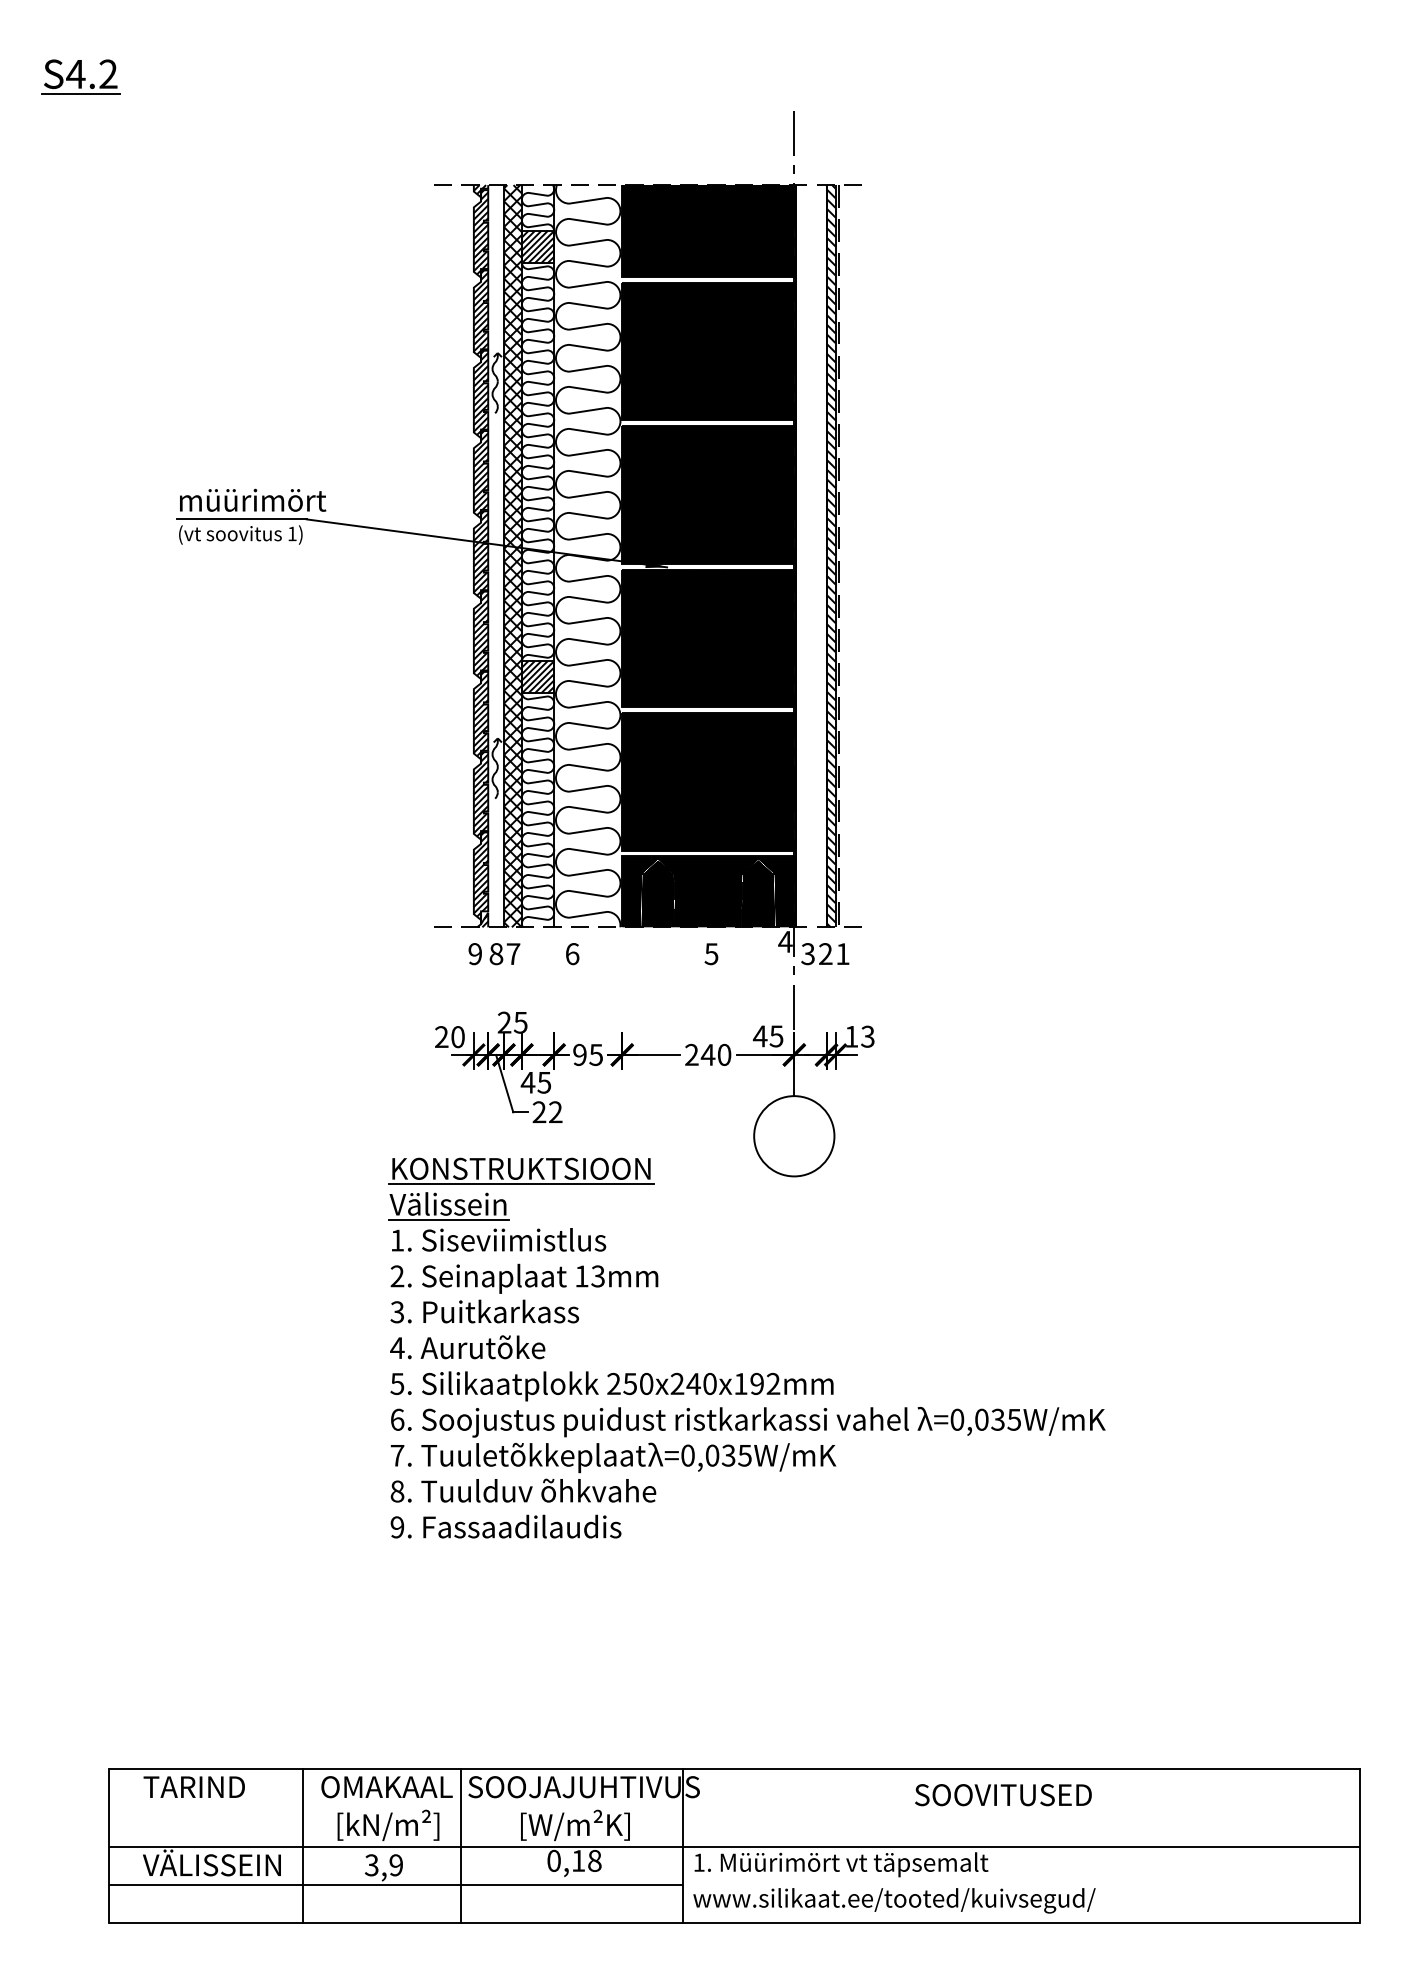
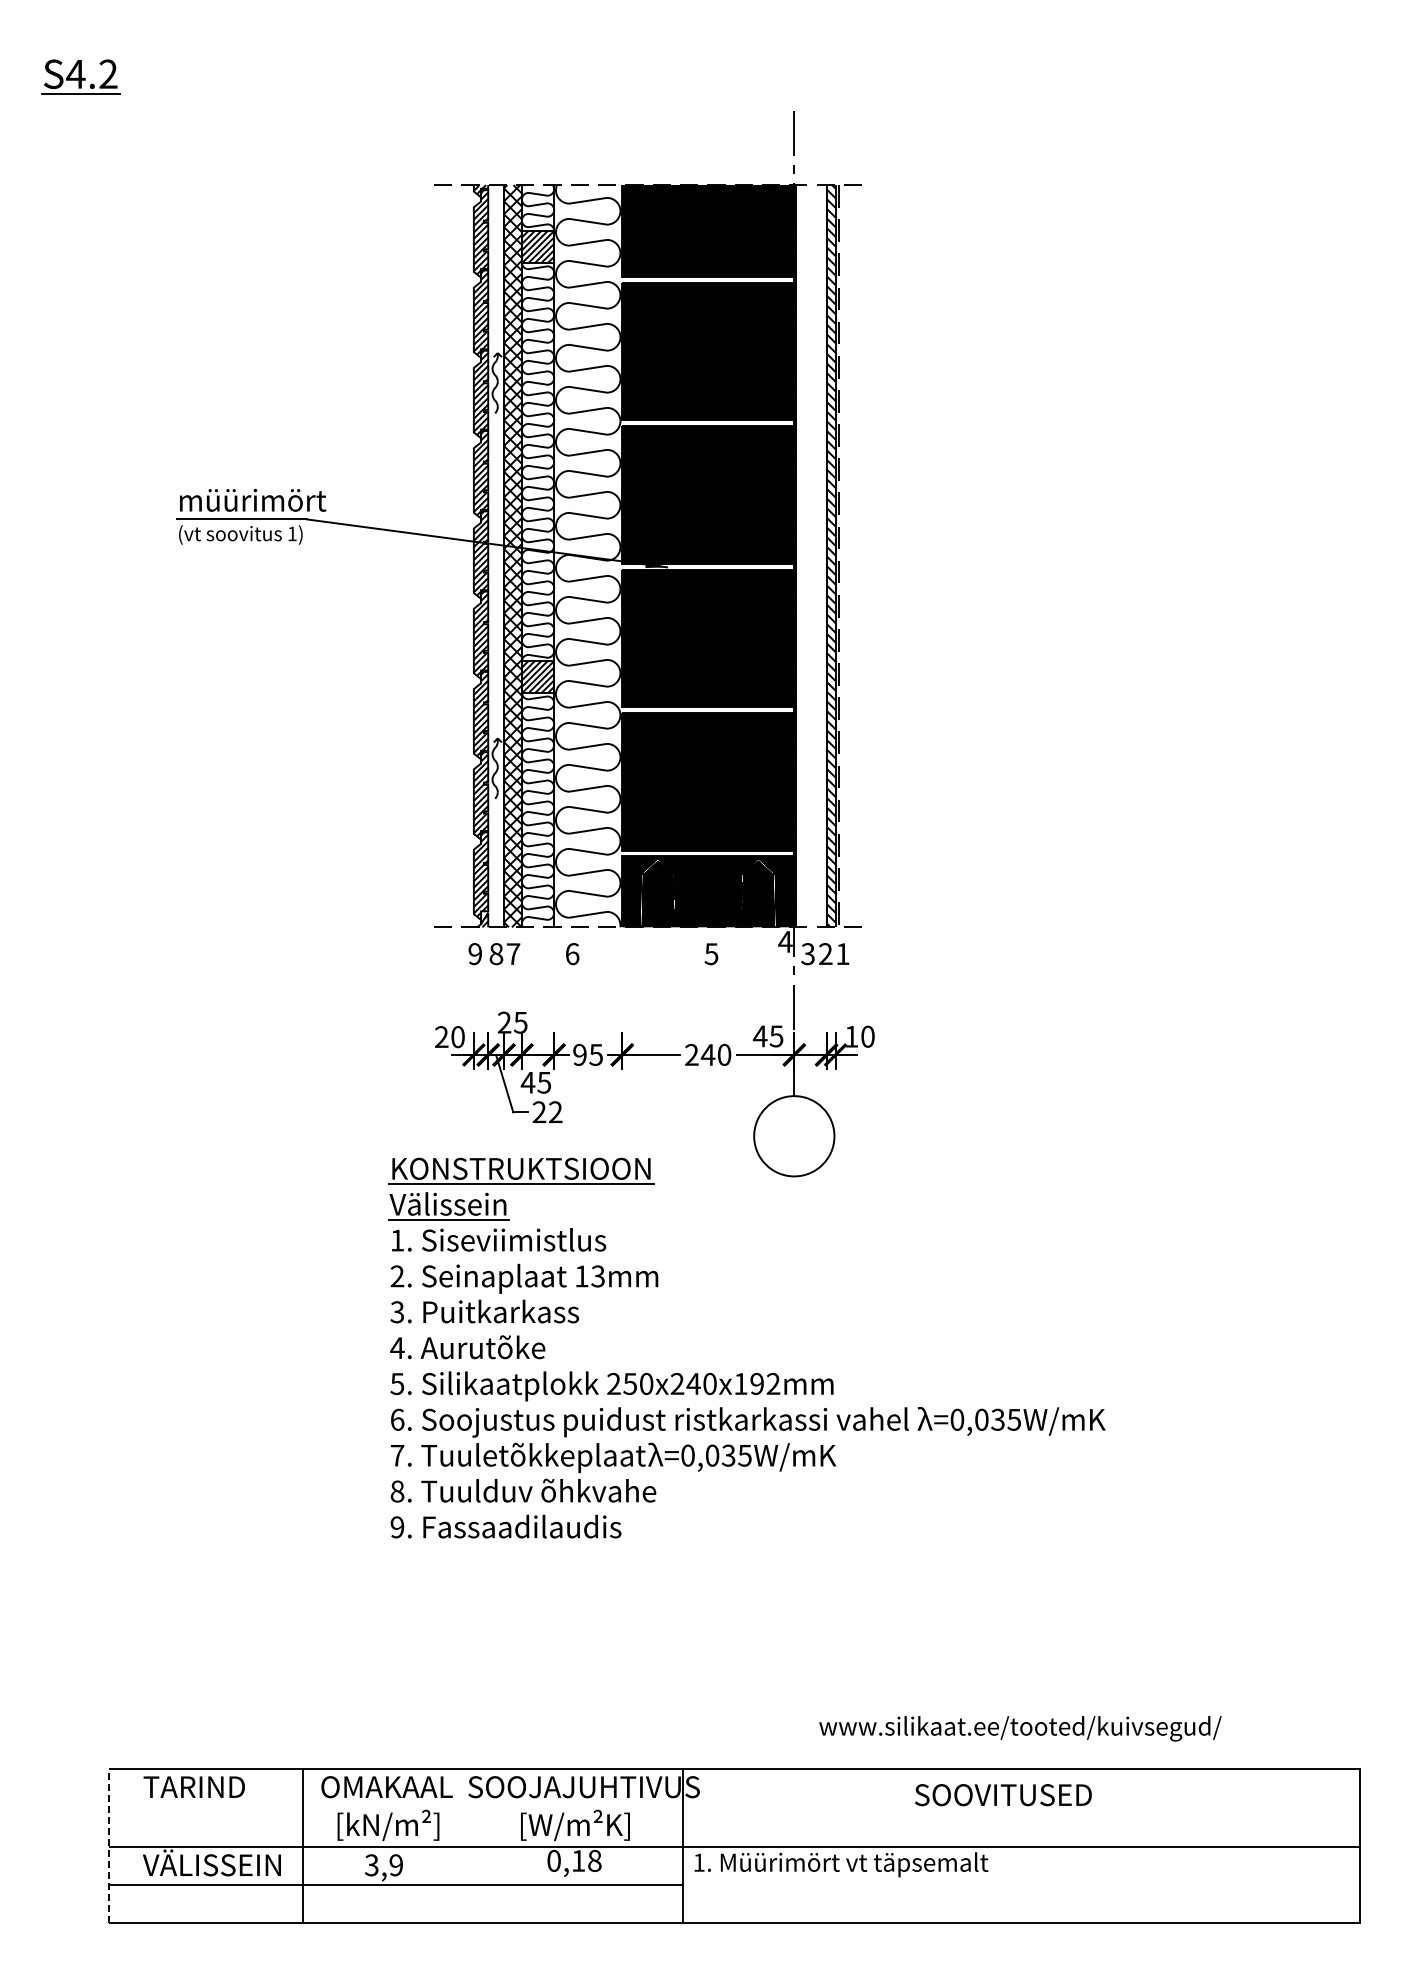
text at (867, 1036): 13 -> 10
line at (109, 1845): solid -> dashed
line at (460, 1845): present -> none
text at (894, 1900) position: (894, 1900) -> (1020, 1728)
